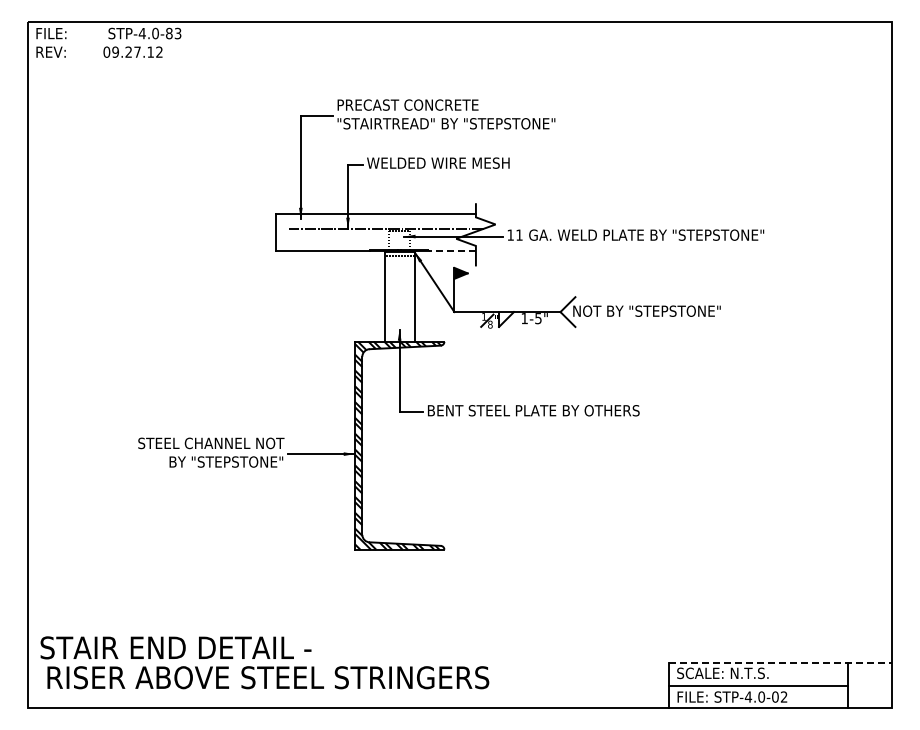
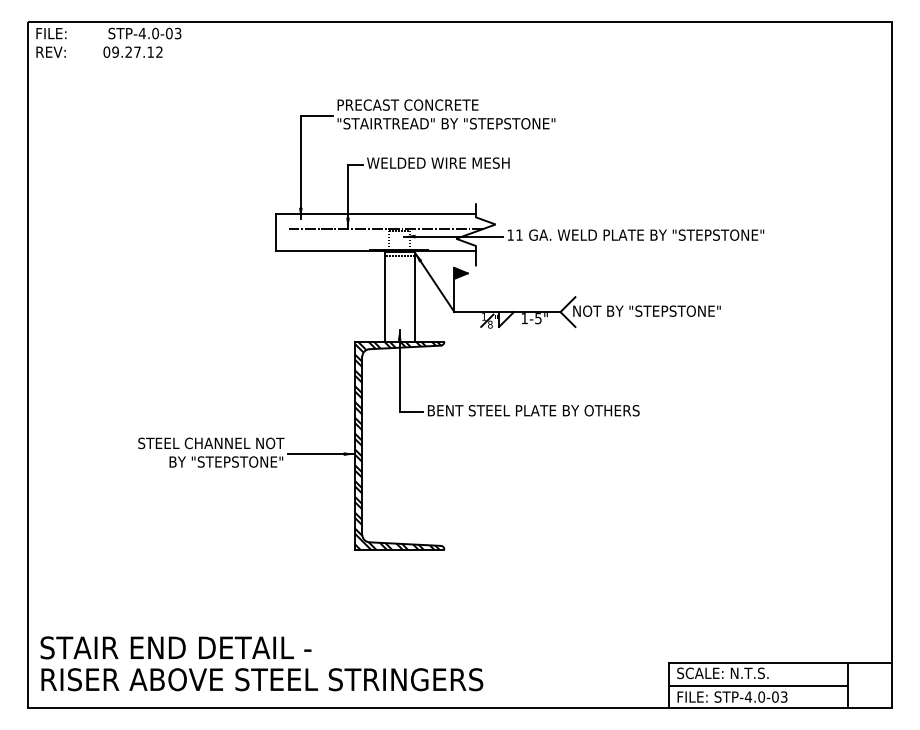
text at (168, 33): ^ISTP-4.0-83 -> ^ISTP-4.0-03
line at (452, 251): dashed -> solid
line at (780, 663): dashed -> solid
text at (268, 677) position: (268, 677) -> (262, 679)
text at (784, 697): STP-4.0-02 -> STP-4.0-03
